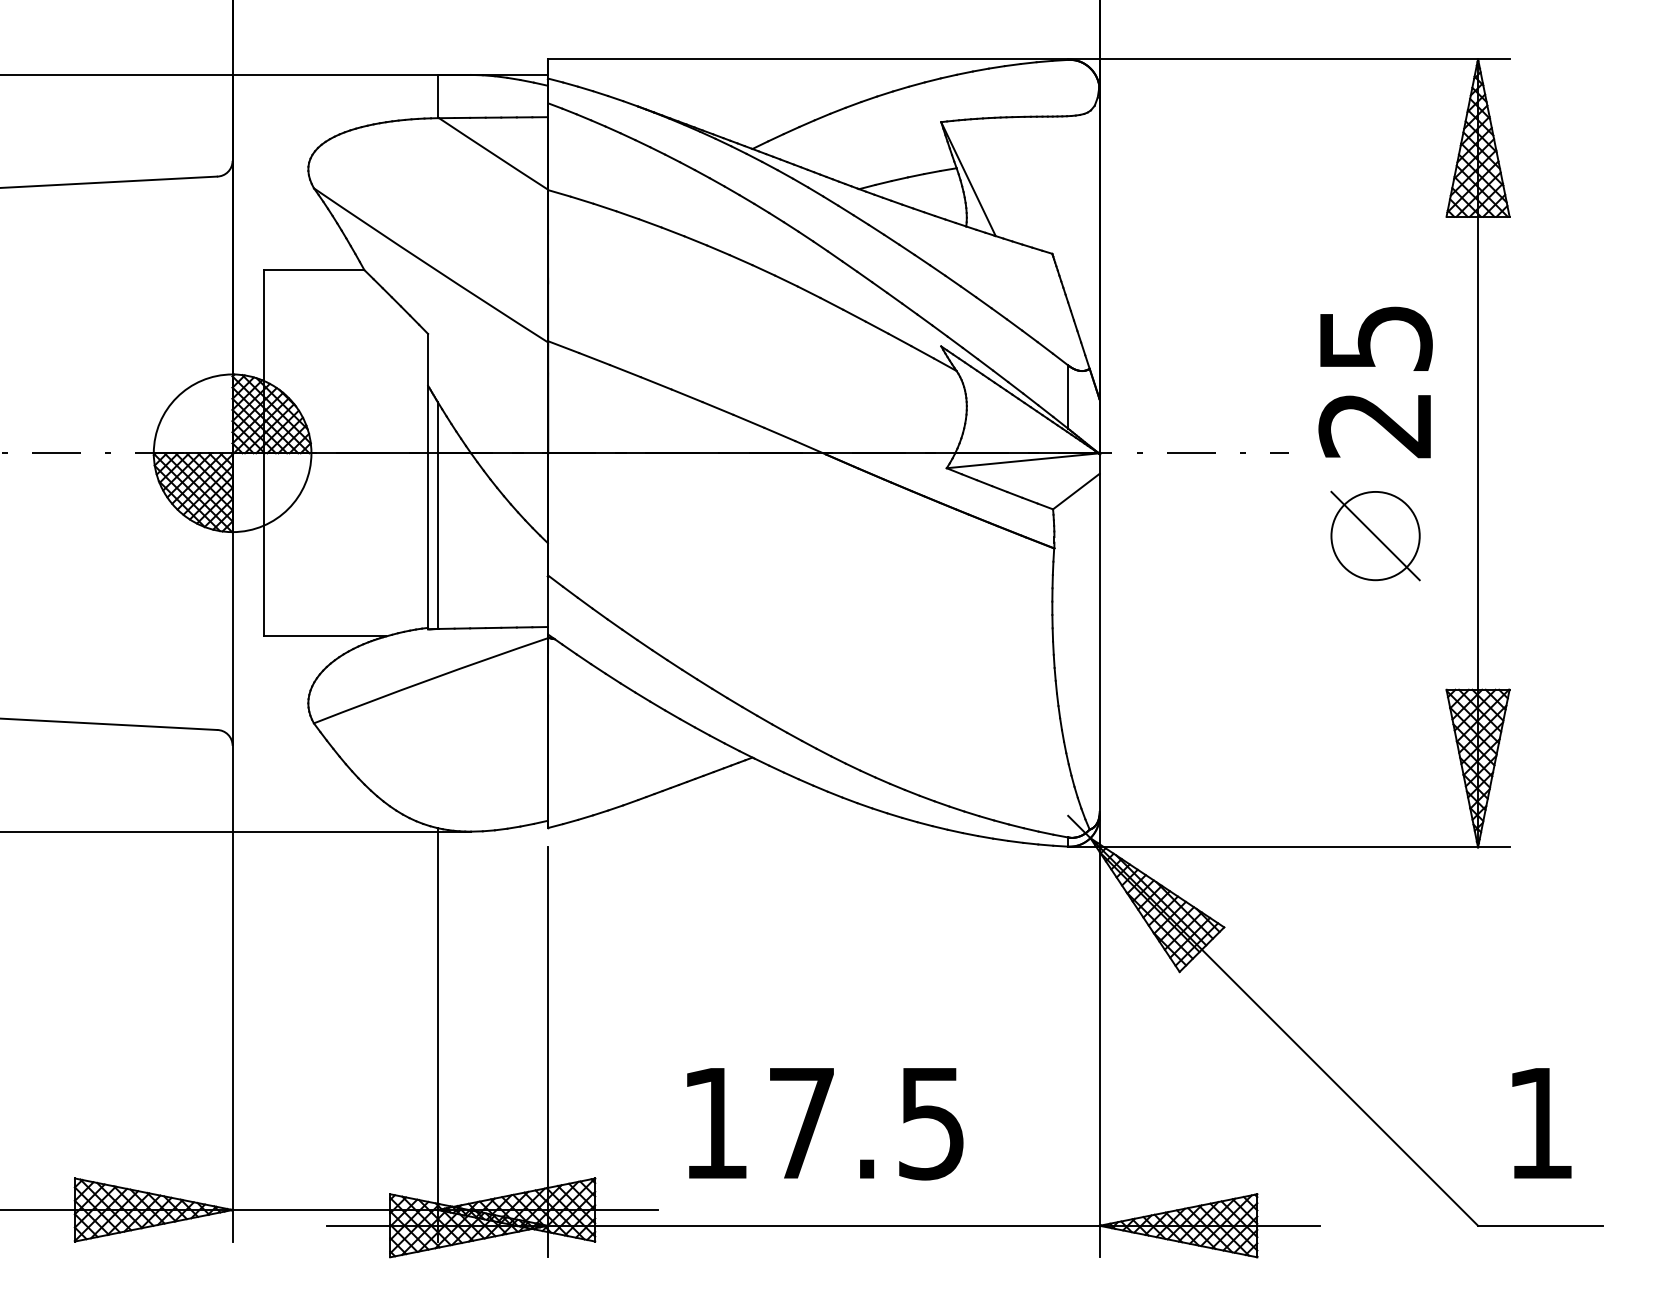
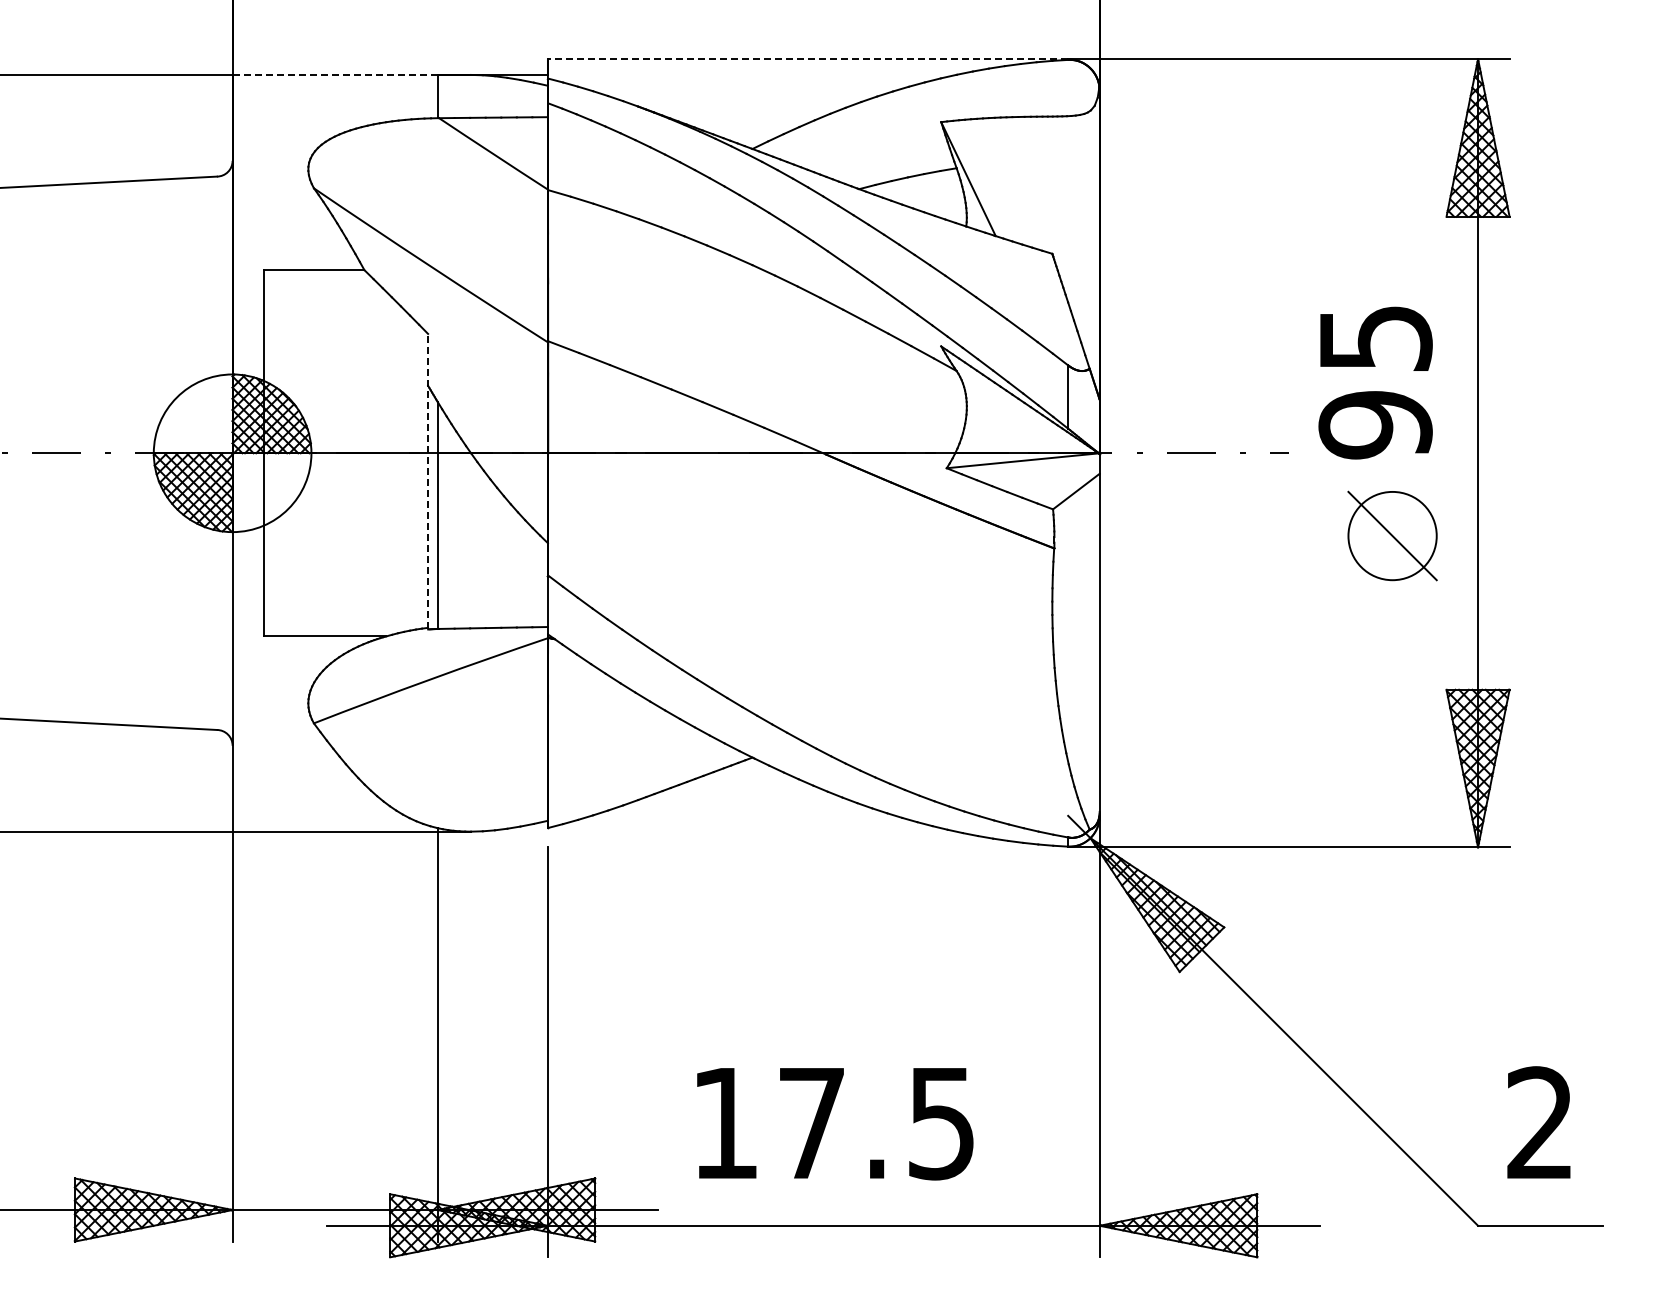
line at (807, 59): solid -> dashed
line at (335, 74): solid -> dashed
text at (1375, 425): 25 -> 95
line at (428, 481): solid -> dashed
part at (1375, 535) position: (1375, 535) -> (1392, 535)
text at (1539, 1122): 1 -> 2
text at (825, 1124) position: (825, 1124) -> (835, 1124)
